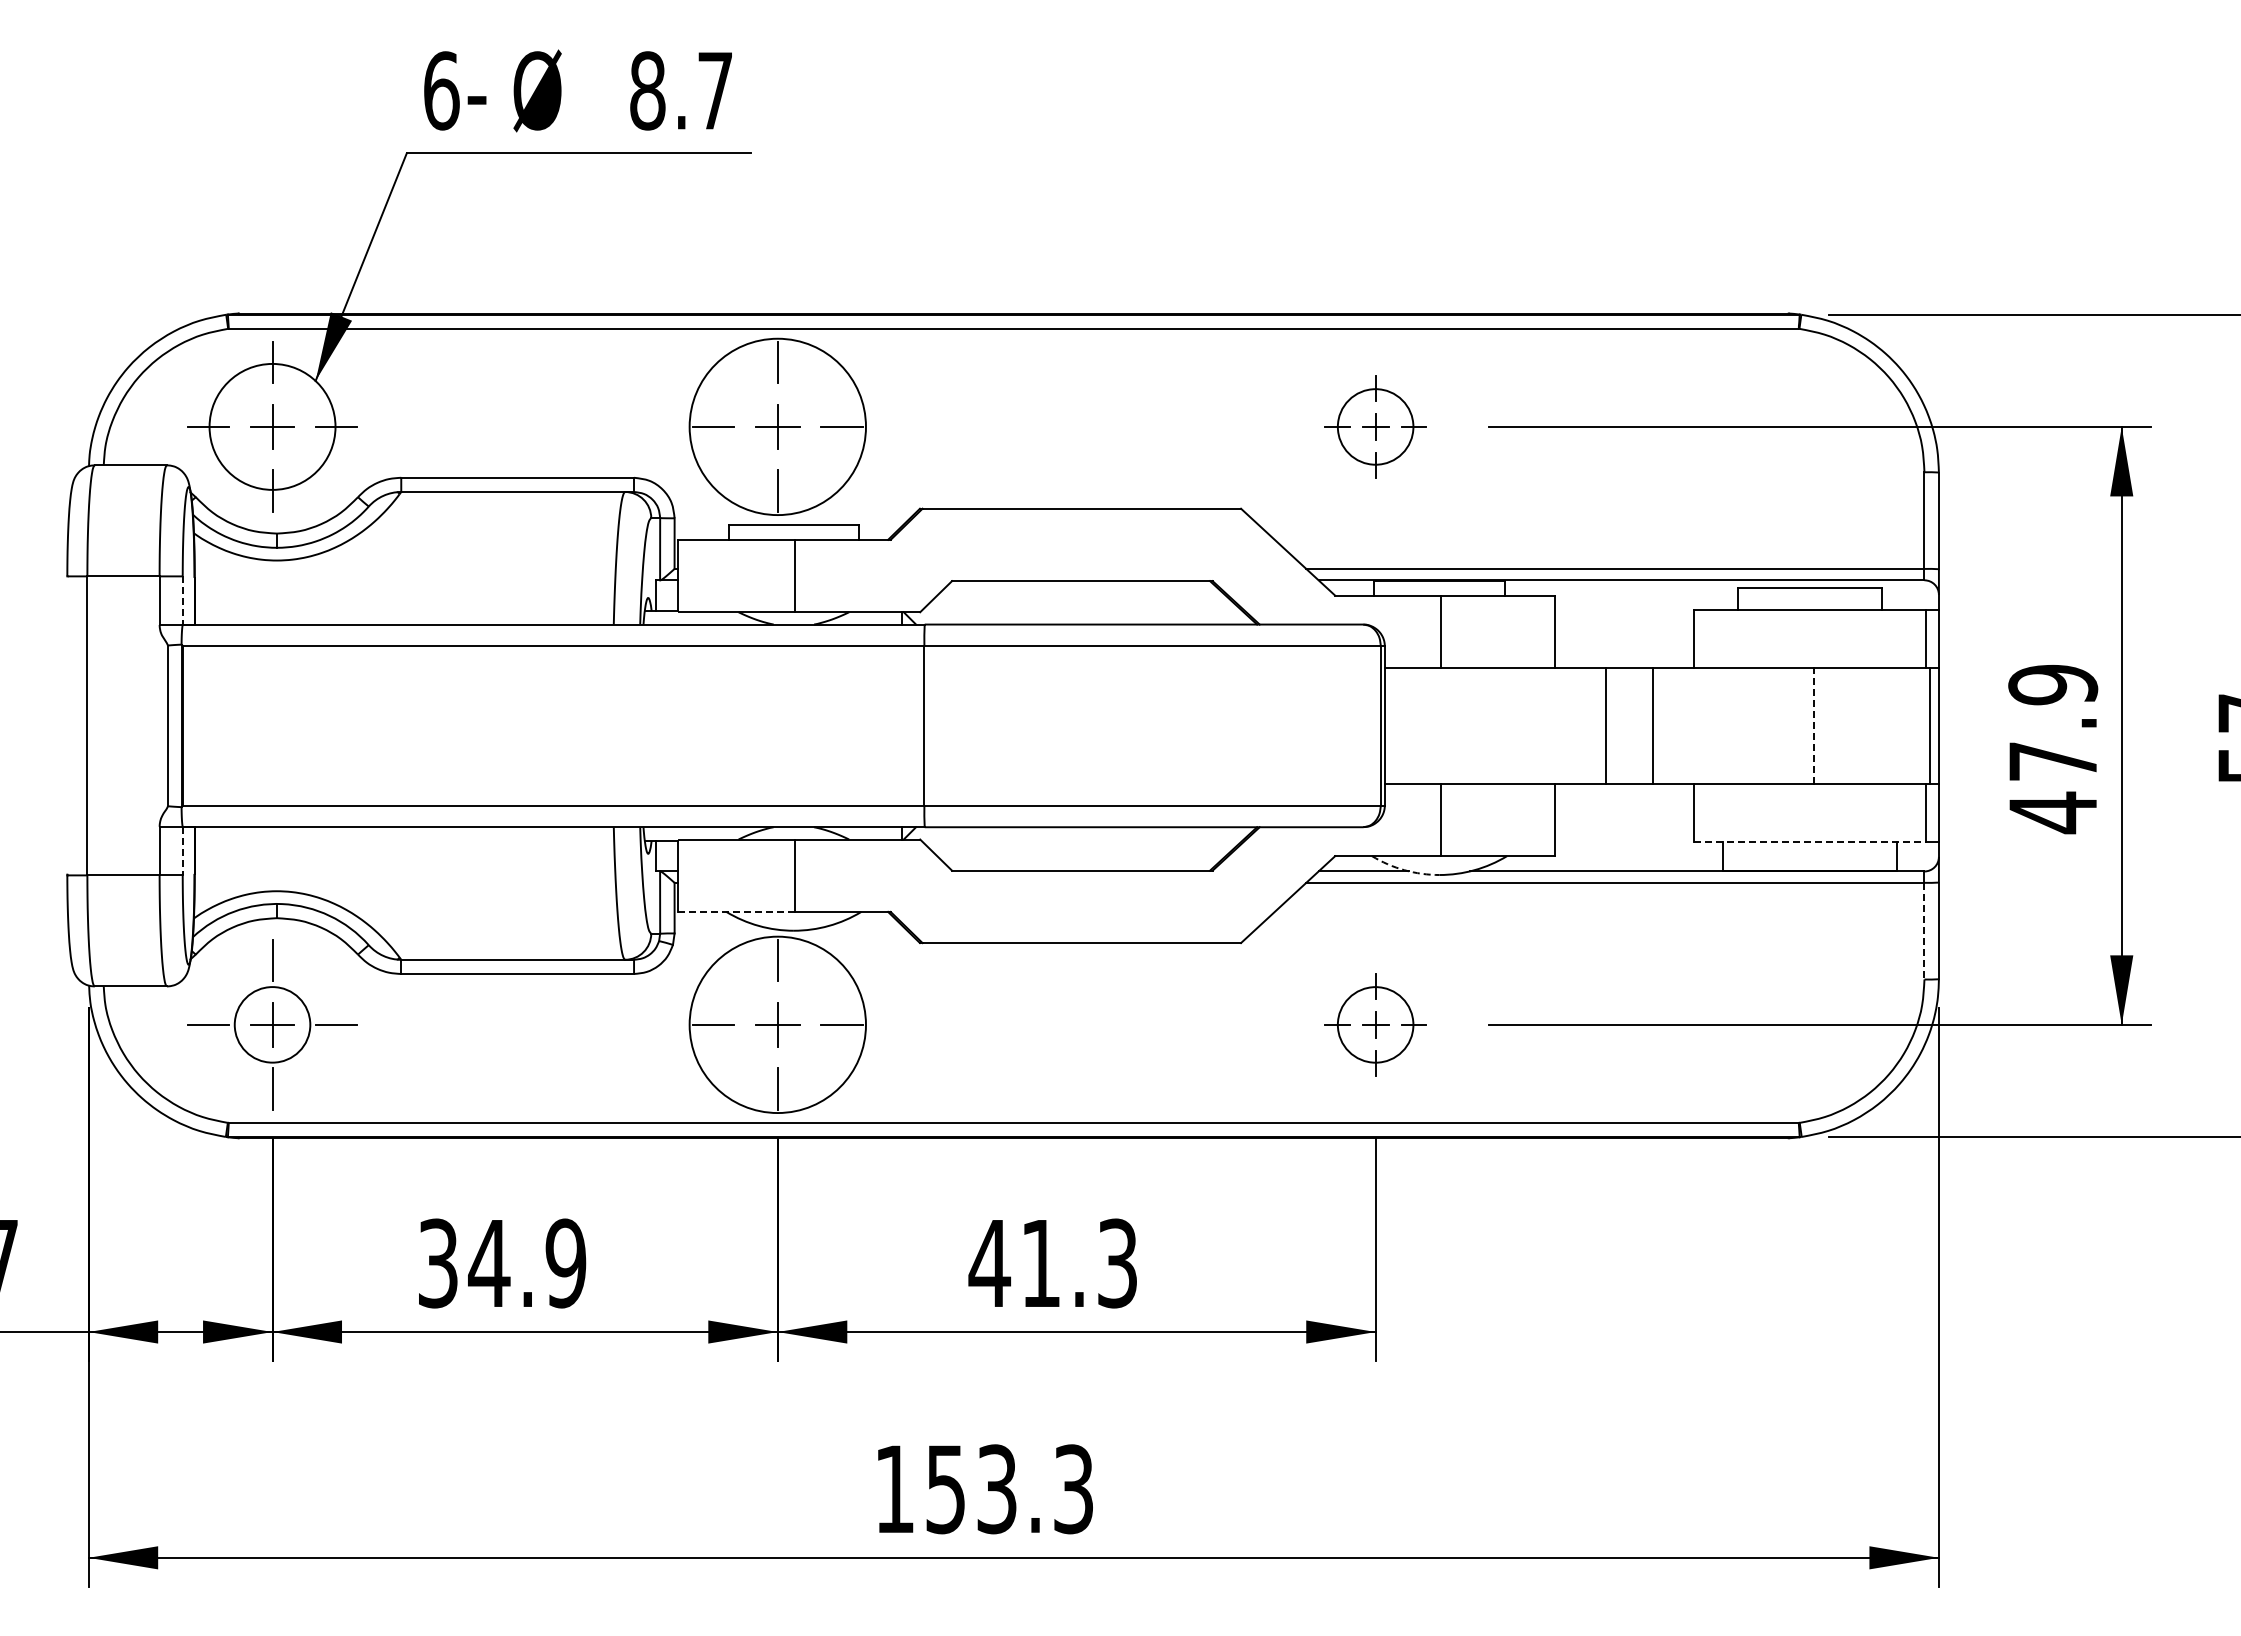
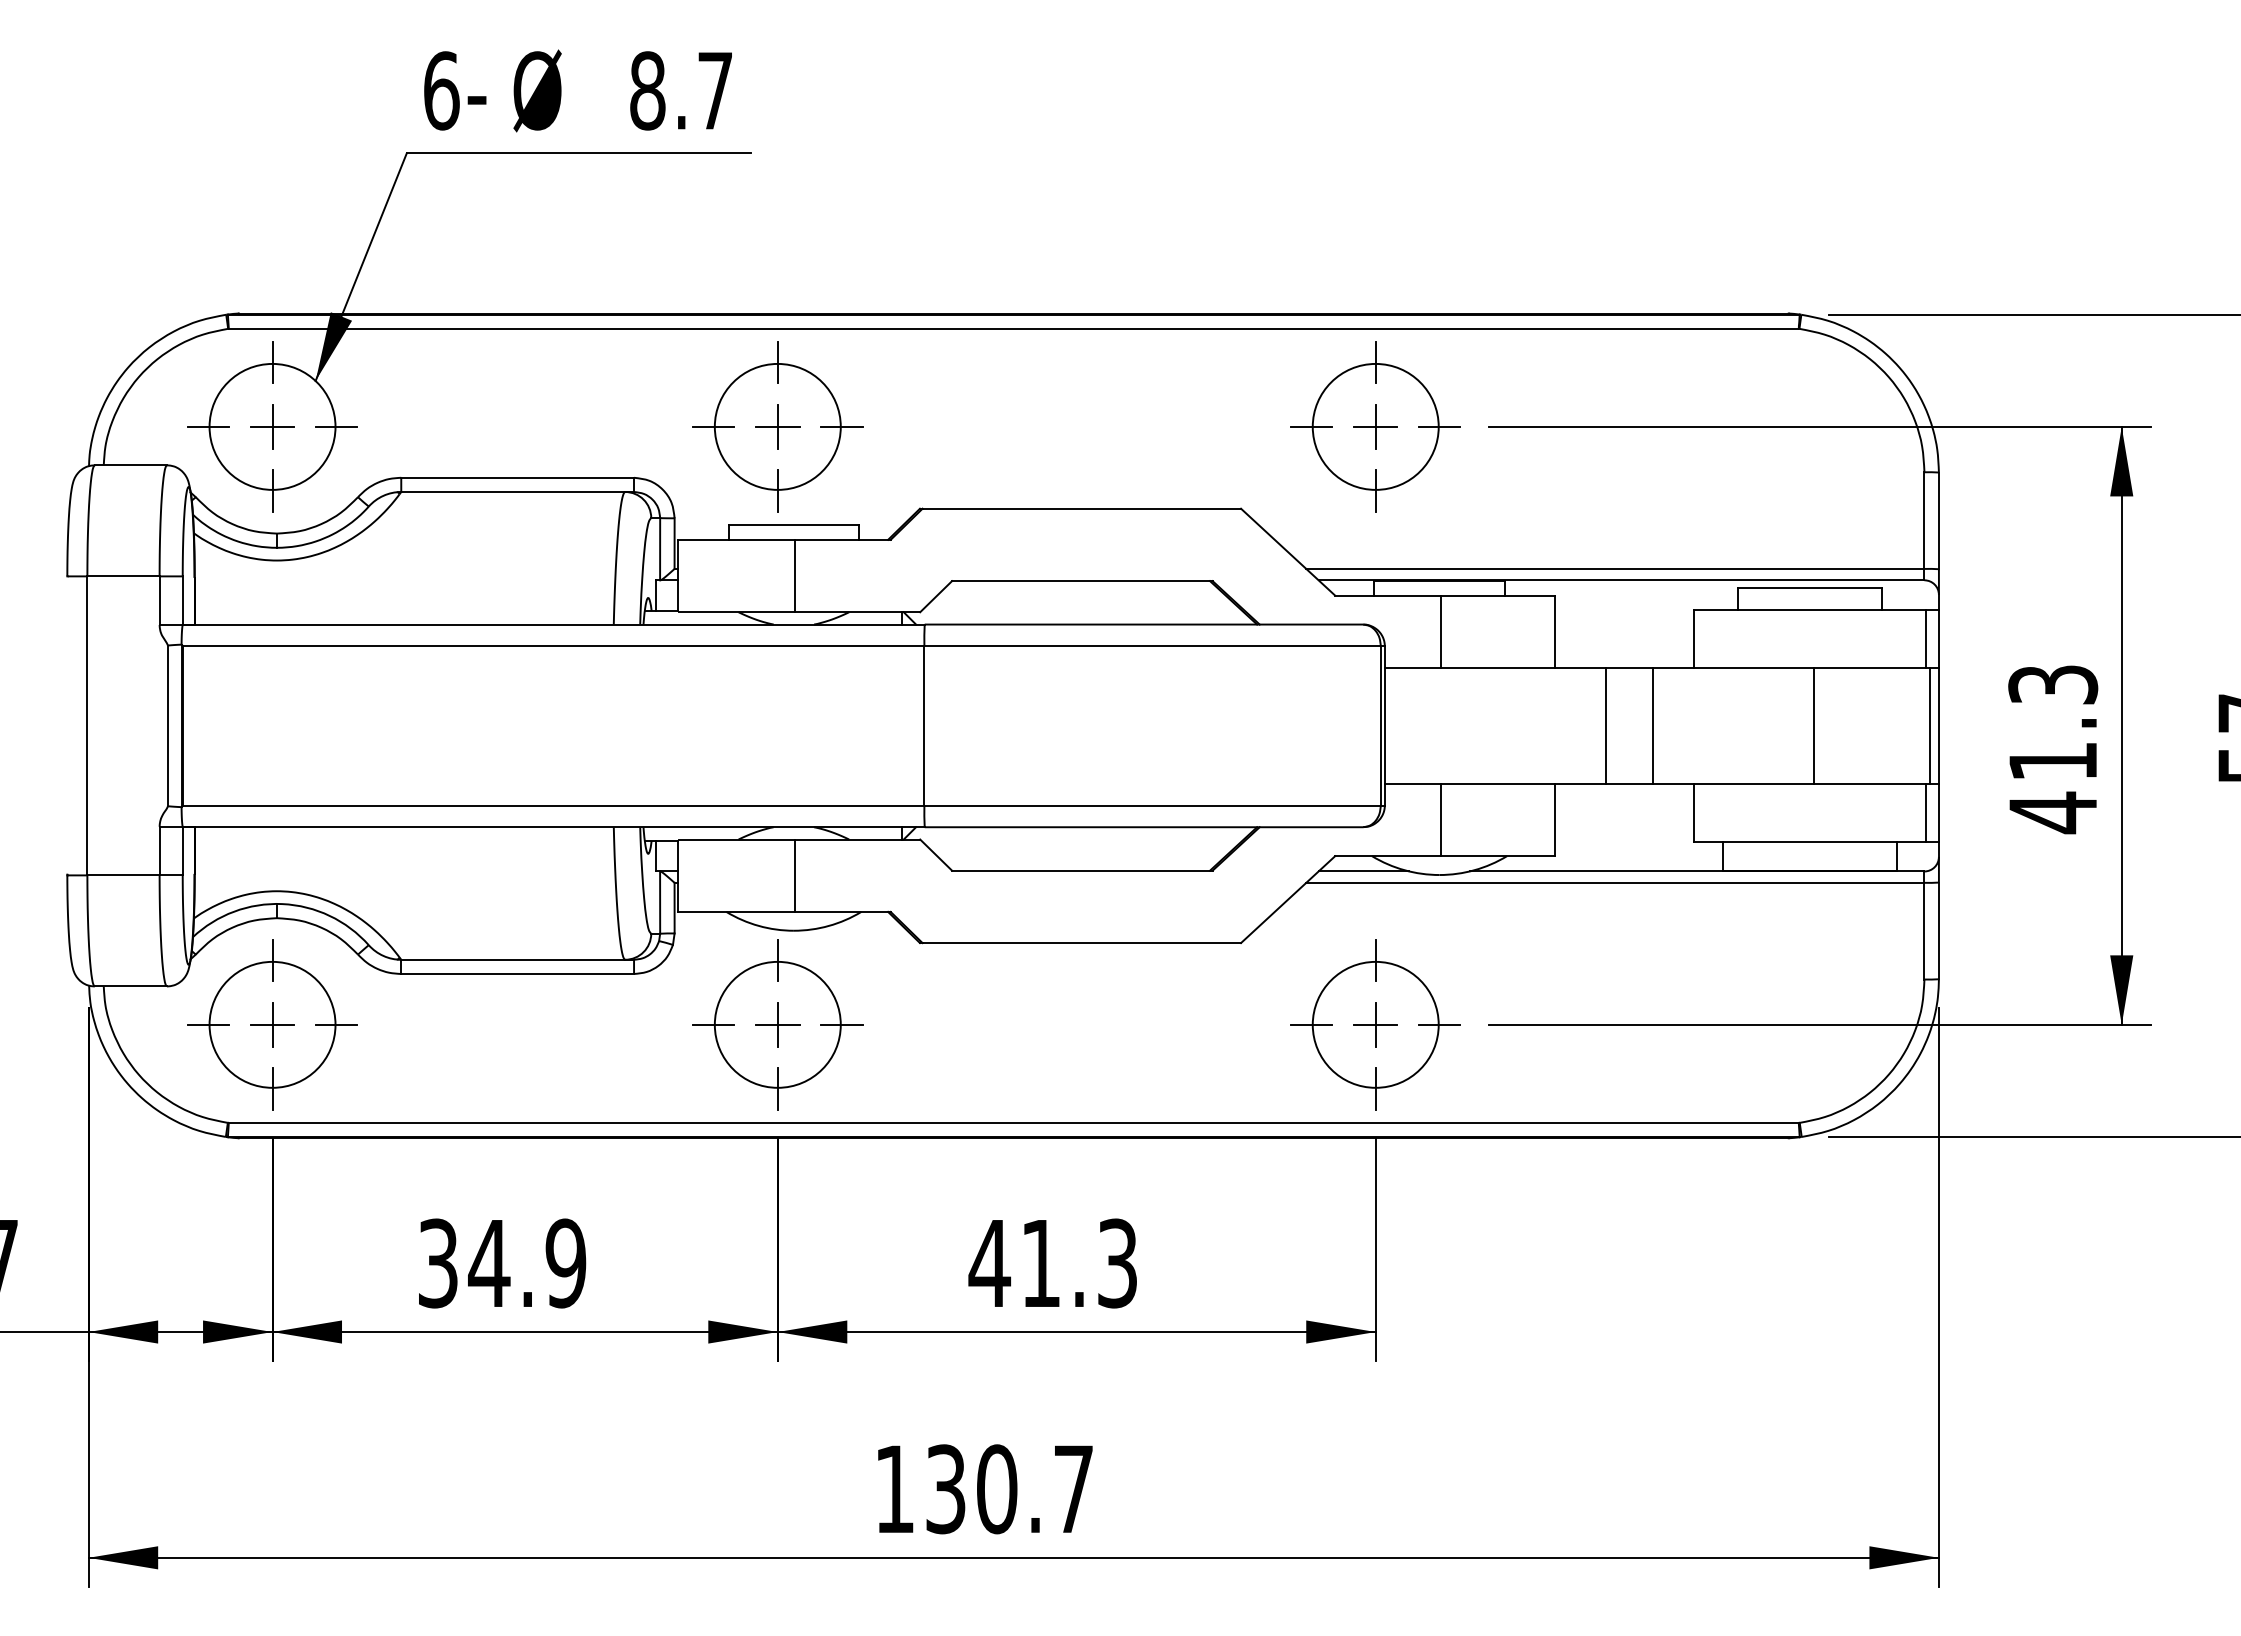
circle at (777, 426) diameter: 176 px -> 126 px
part at (1375, 426) size: 103x104 px -> 171x172 px
line at (182, 601): dashed -> solid
text at (2053, 722): 47.9 -> 41.3
line at (1813, 725): dashed -> solid
line at (1809, 841): dashed -> solid
line at (182, 851): dashed -> solid
arc at (1404, 870): dashed -> solid
line at (736, 911): dashed -> solid
line at (1924, 931): dashed -> solid
circle at (272, 1024) diameter: 76 px -> 126 px
circle at (777, 1024) diameter: 176 px -> 126 px
part at (1375, 1024) size: 103x104 px -> 171x172 px
text at (1009, 1489): 153.3 -> 130.7
